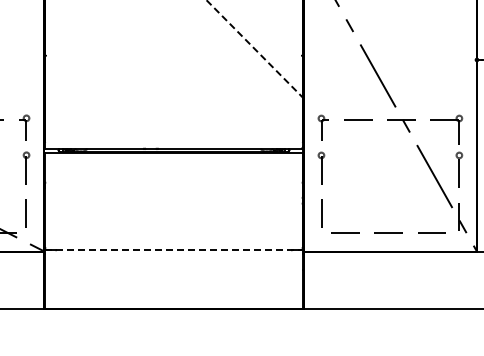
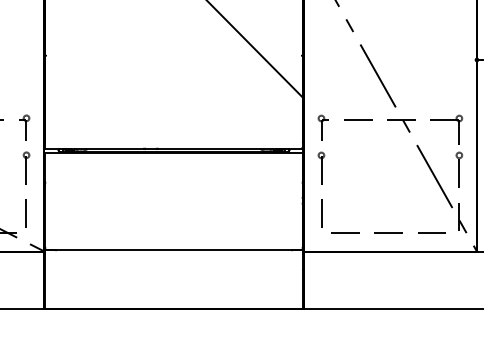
line at (255, 49): dashed -> solid
line at (173, 249): dashed -> solid
